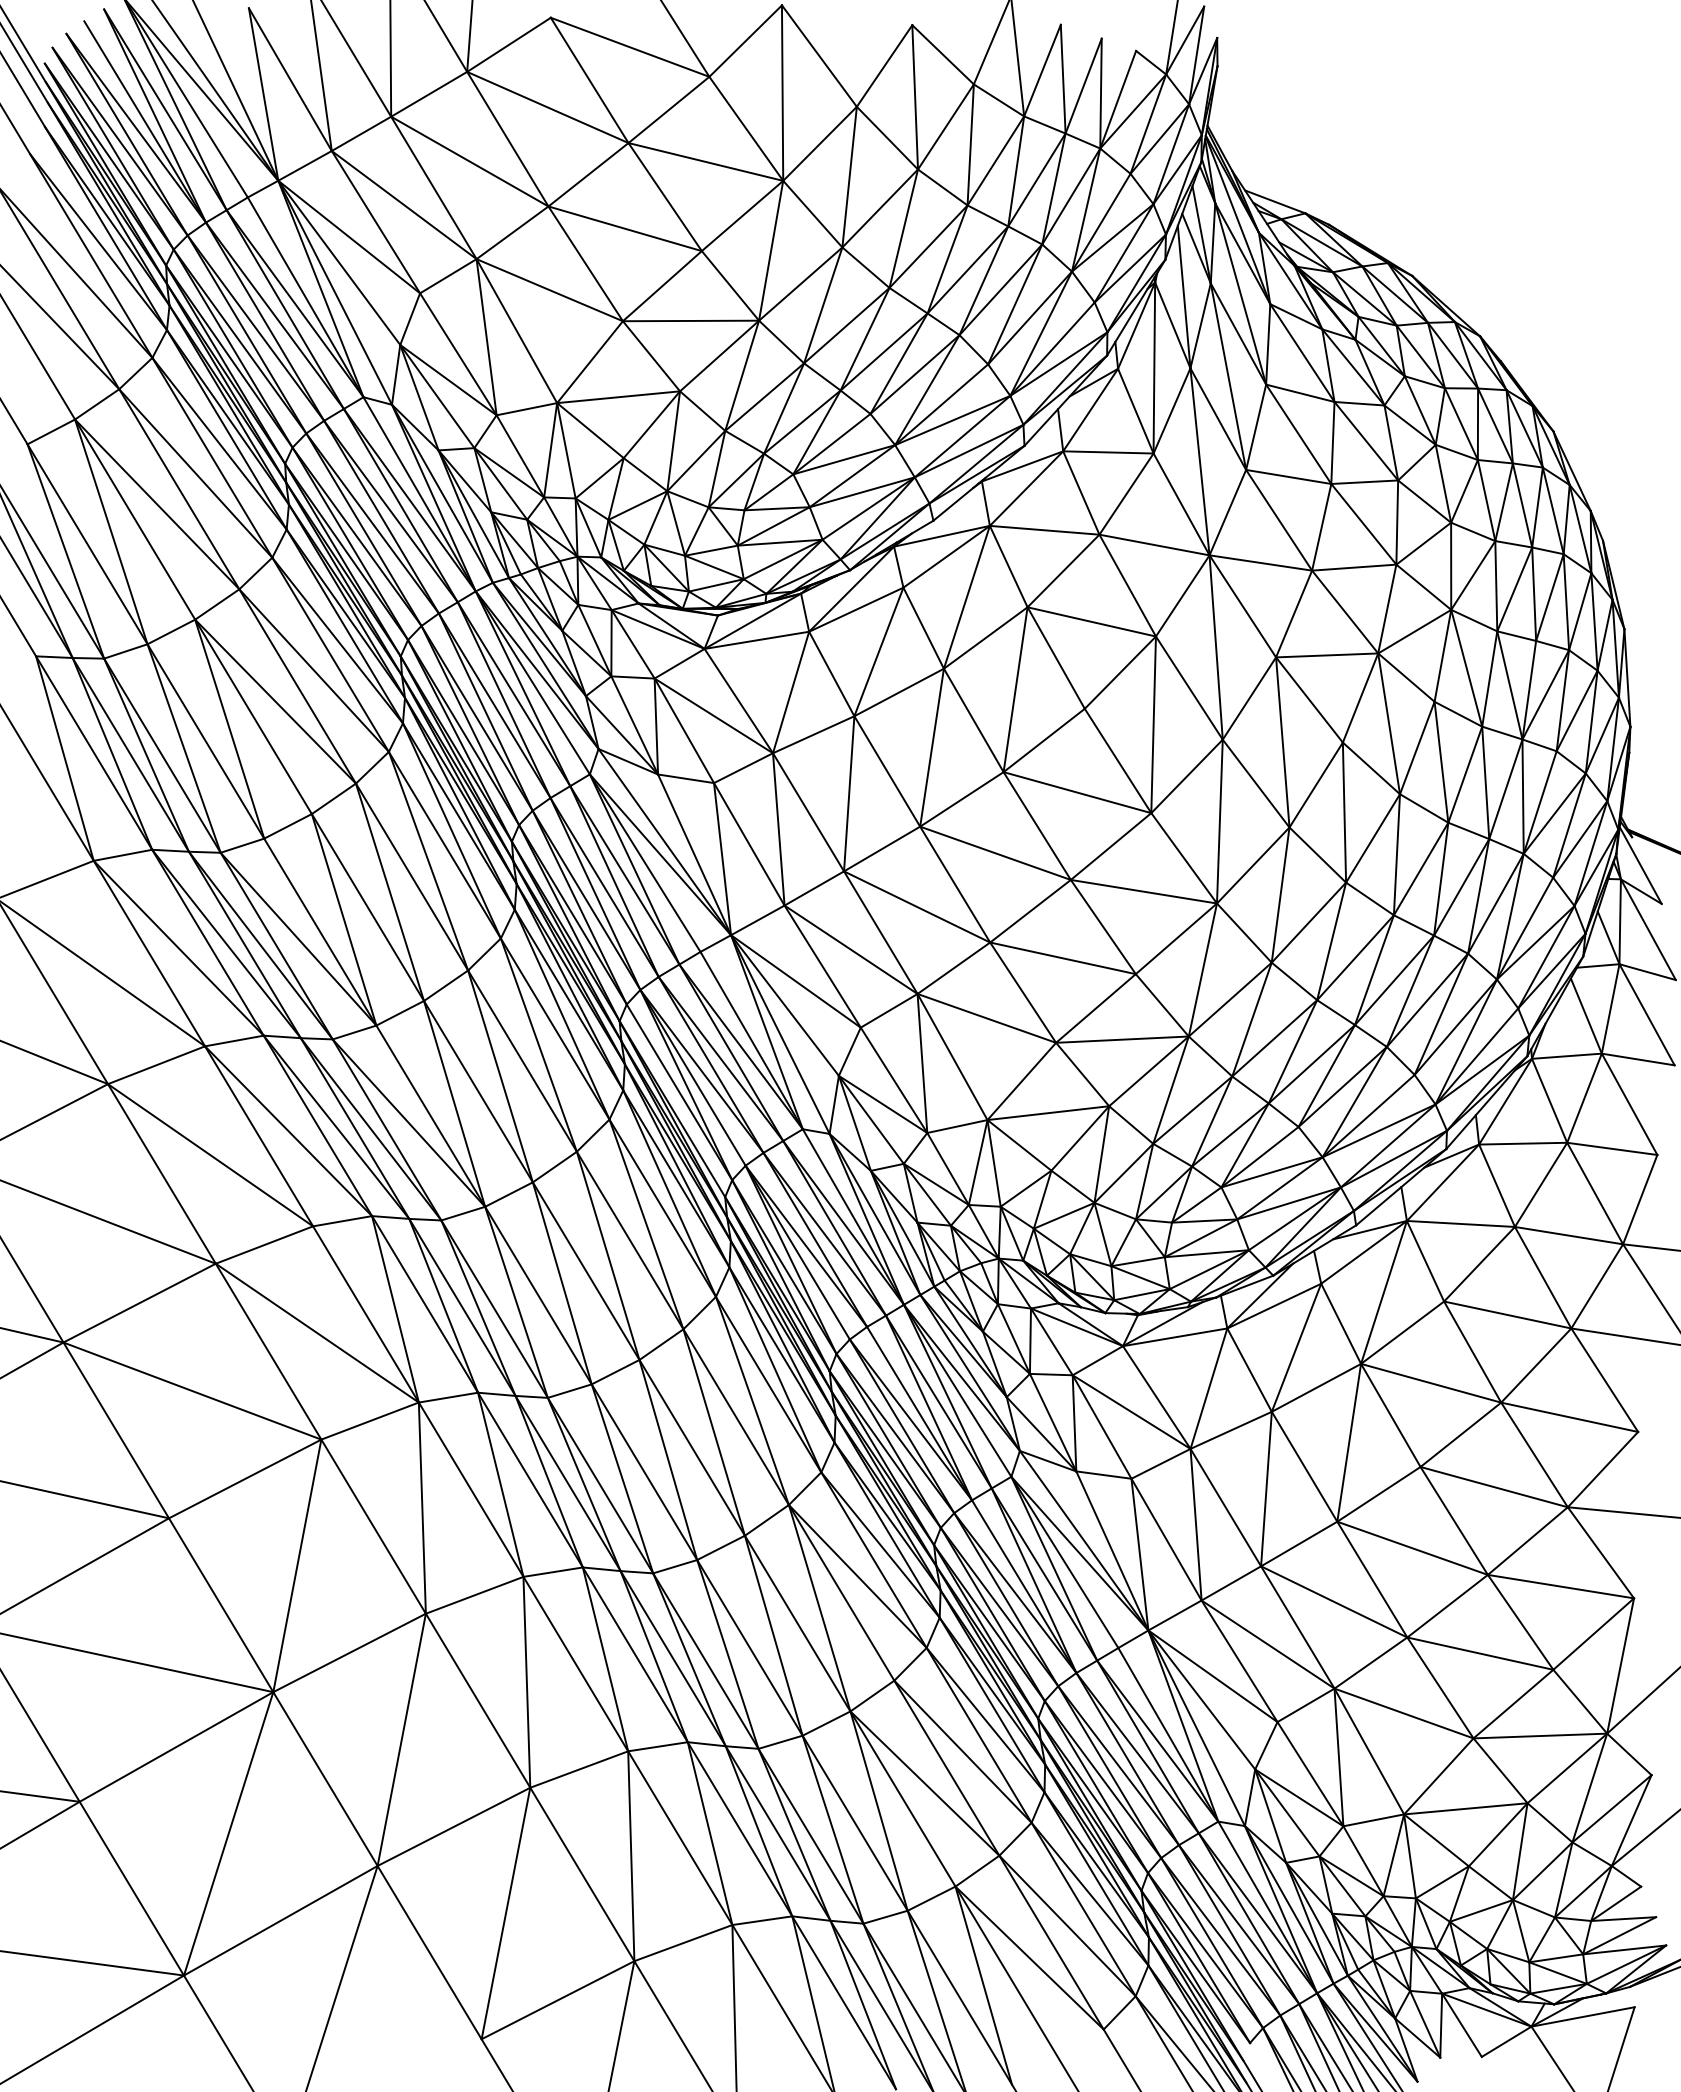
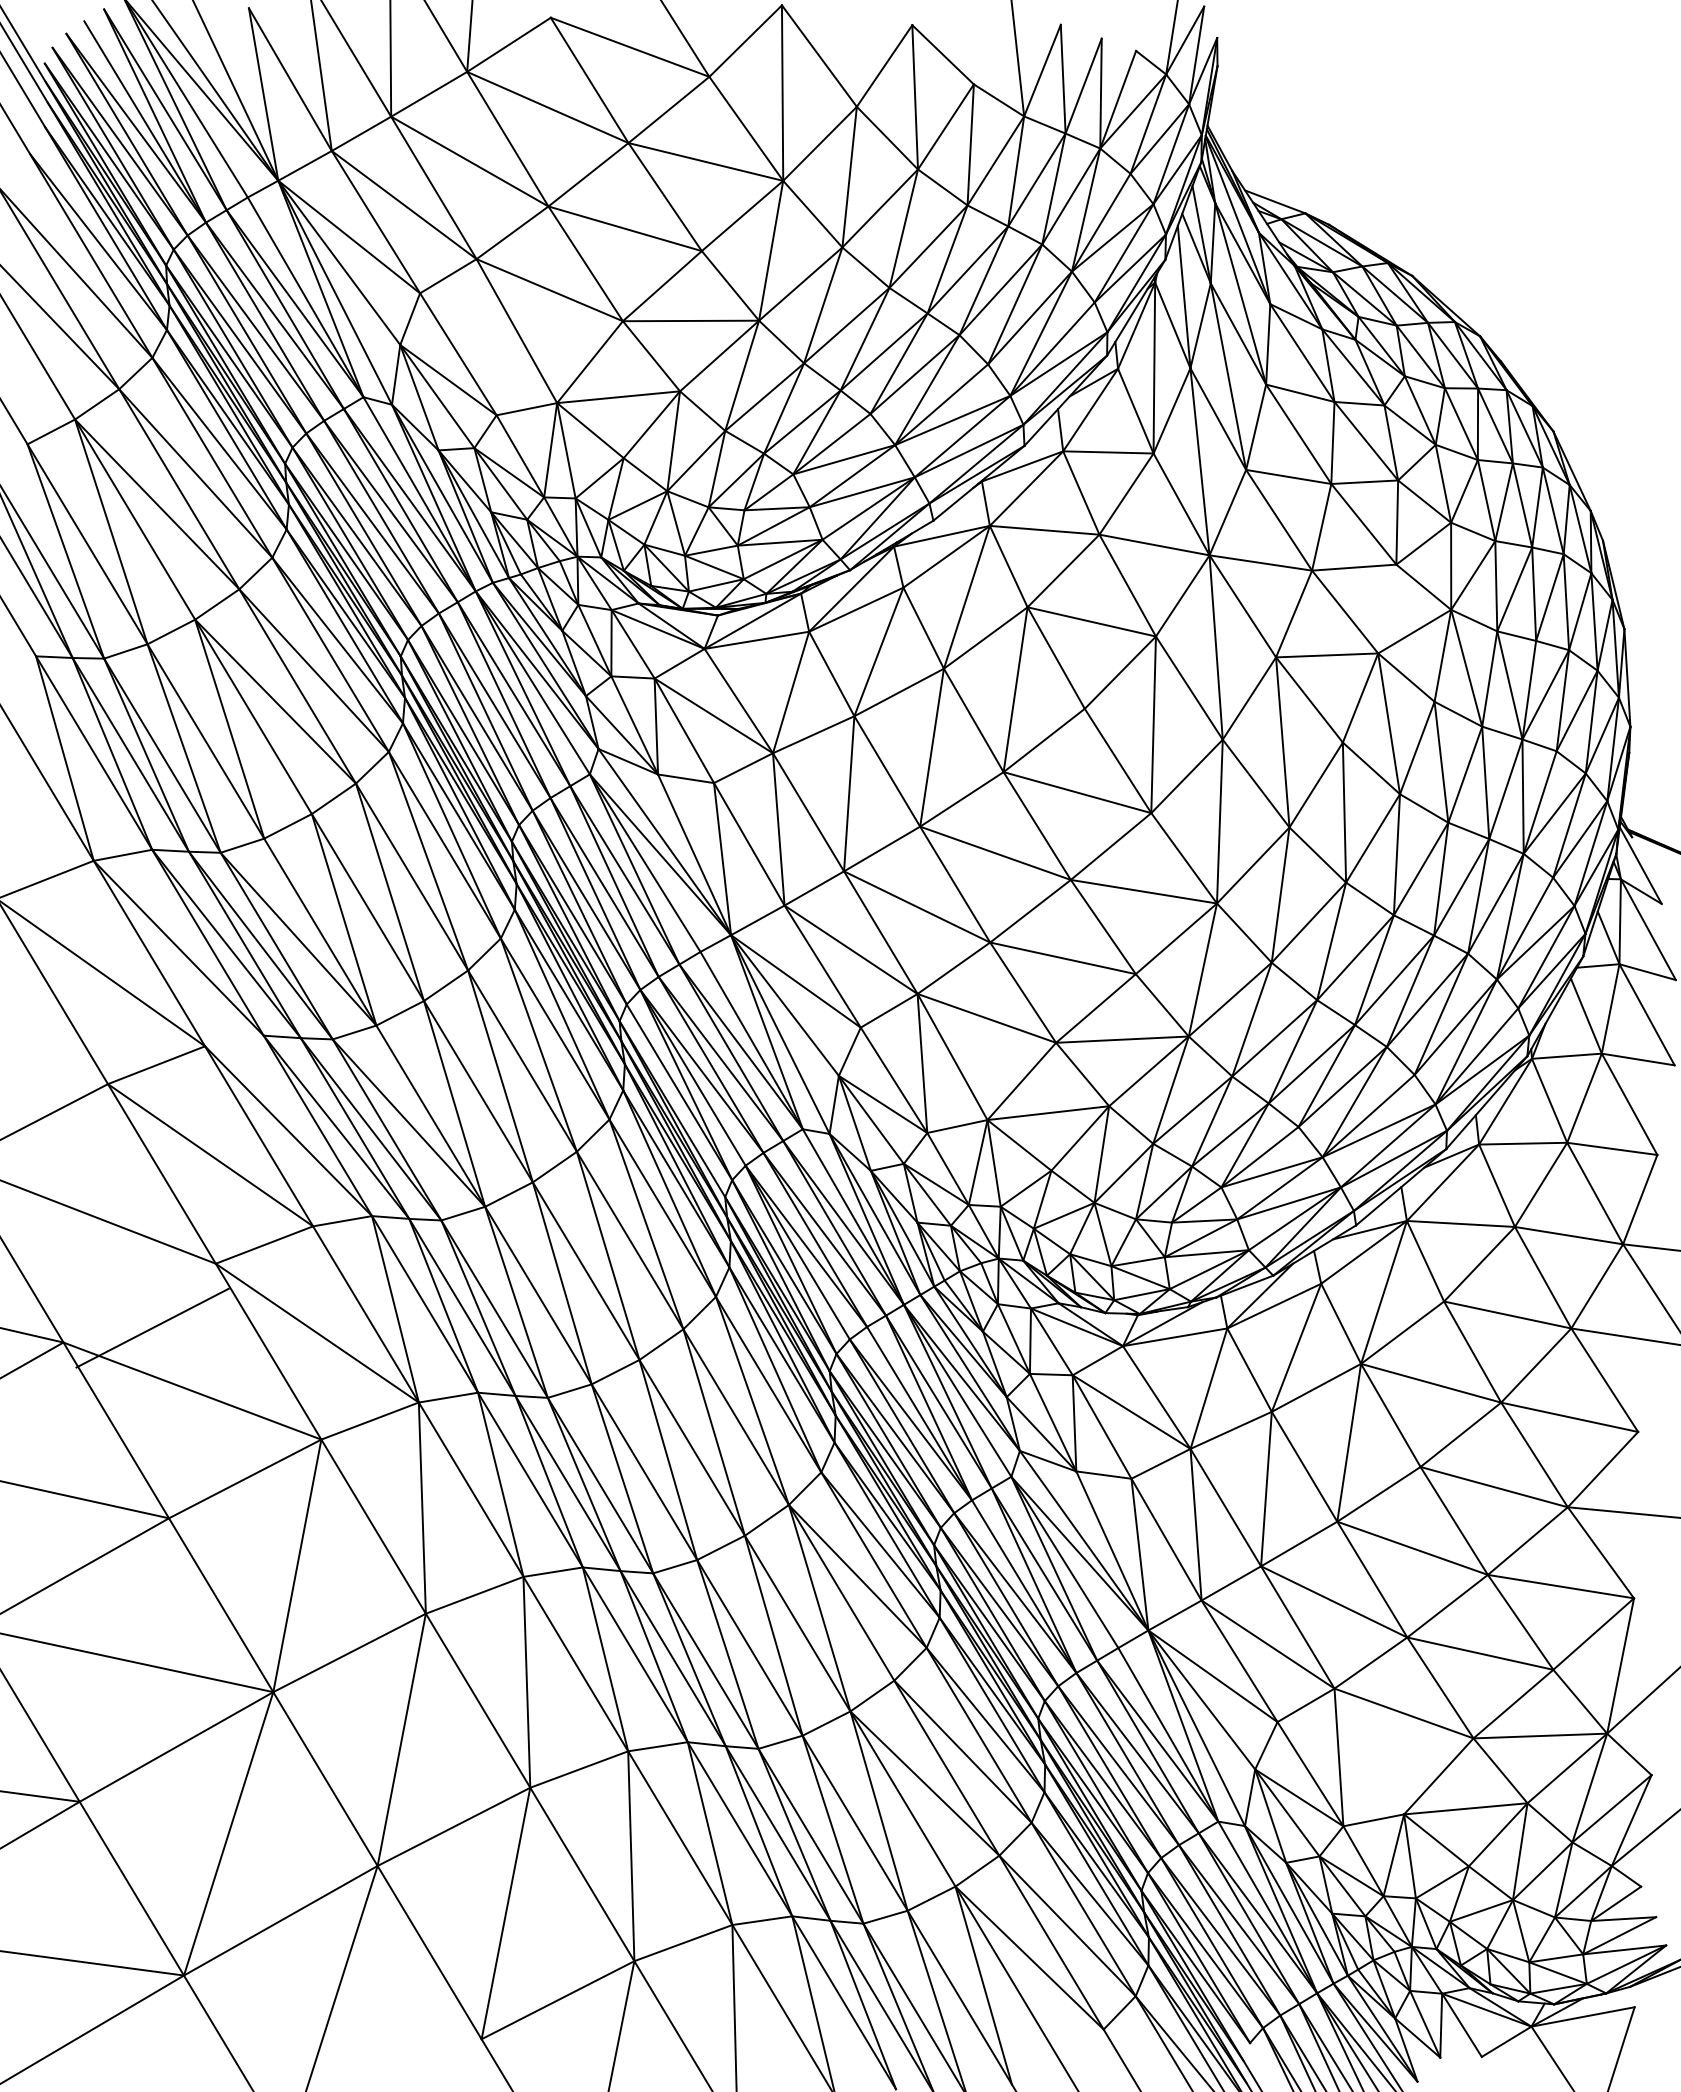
line at (990, 43): present -> none
line at (486, 337): present -> none
line at (1387, 608): present -> none
line at (234, 1040): present -> none
line at (54, 1062): present -> none
line at (139, 1302) position: (139, 1302) -> (152, 1327)
line at (1369, 1751): present -> none
